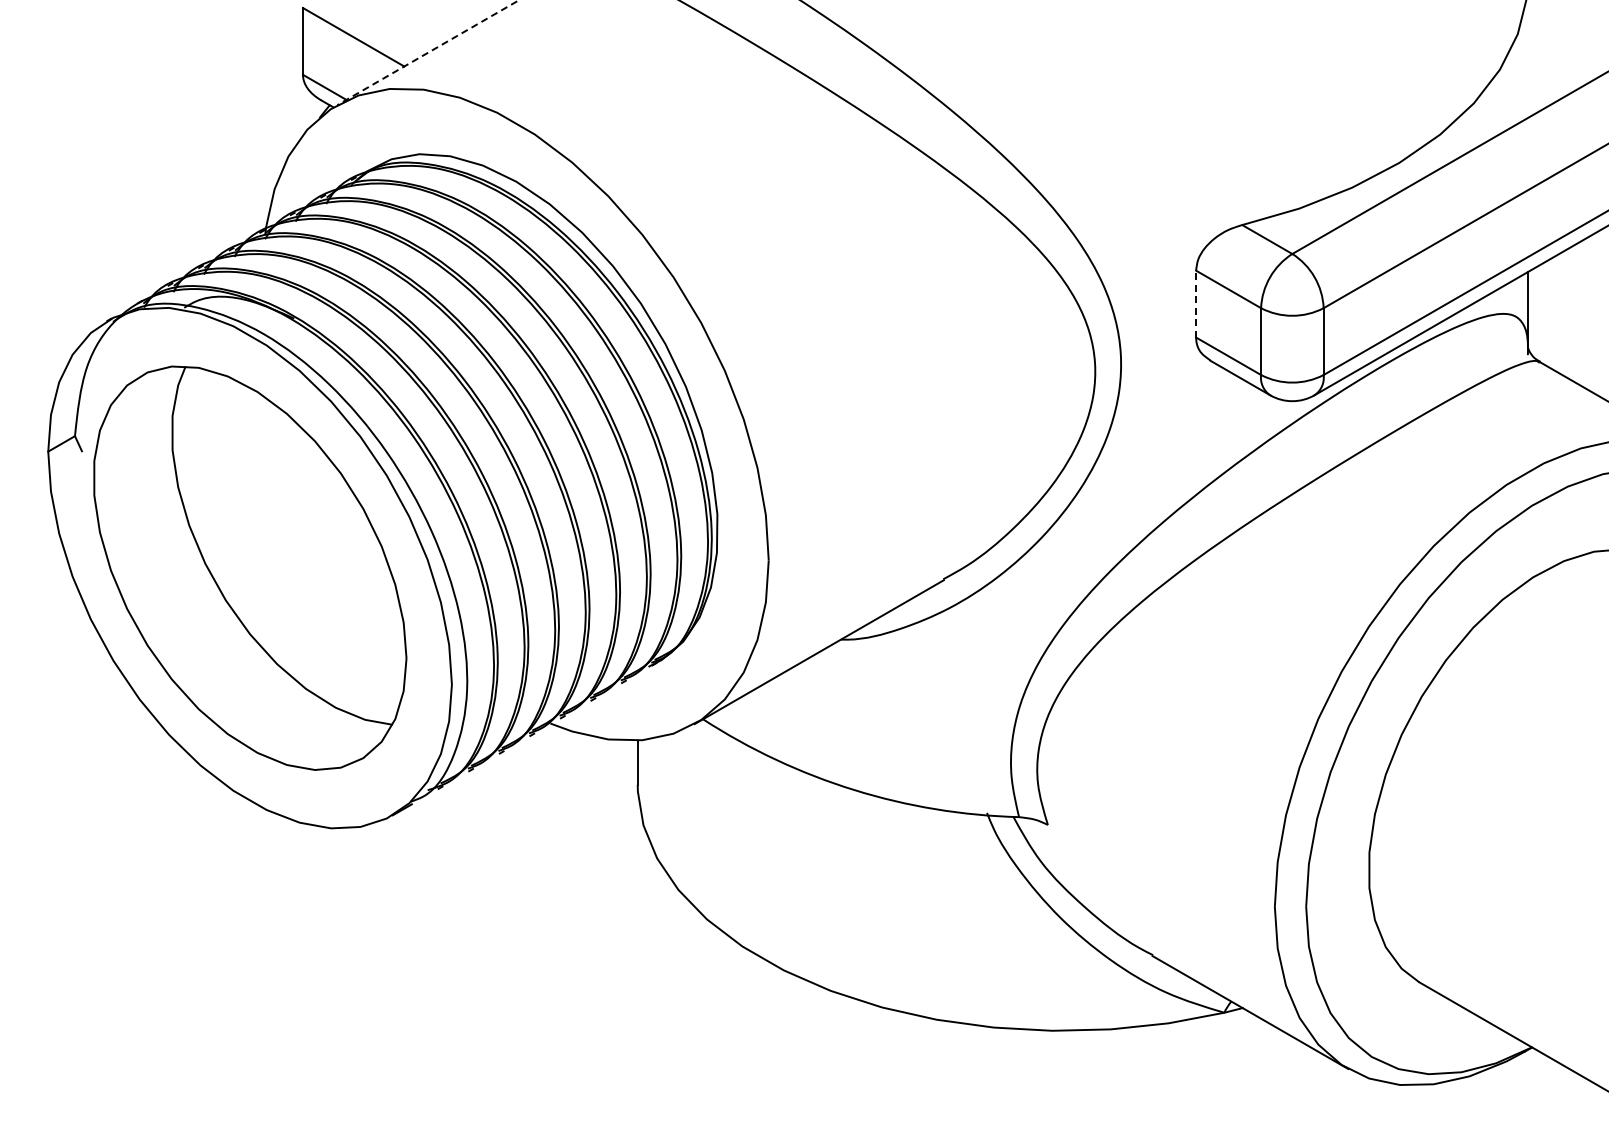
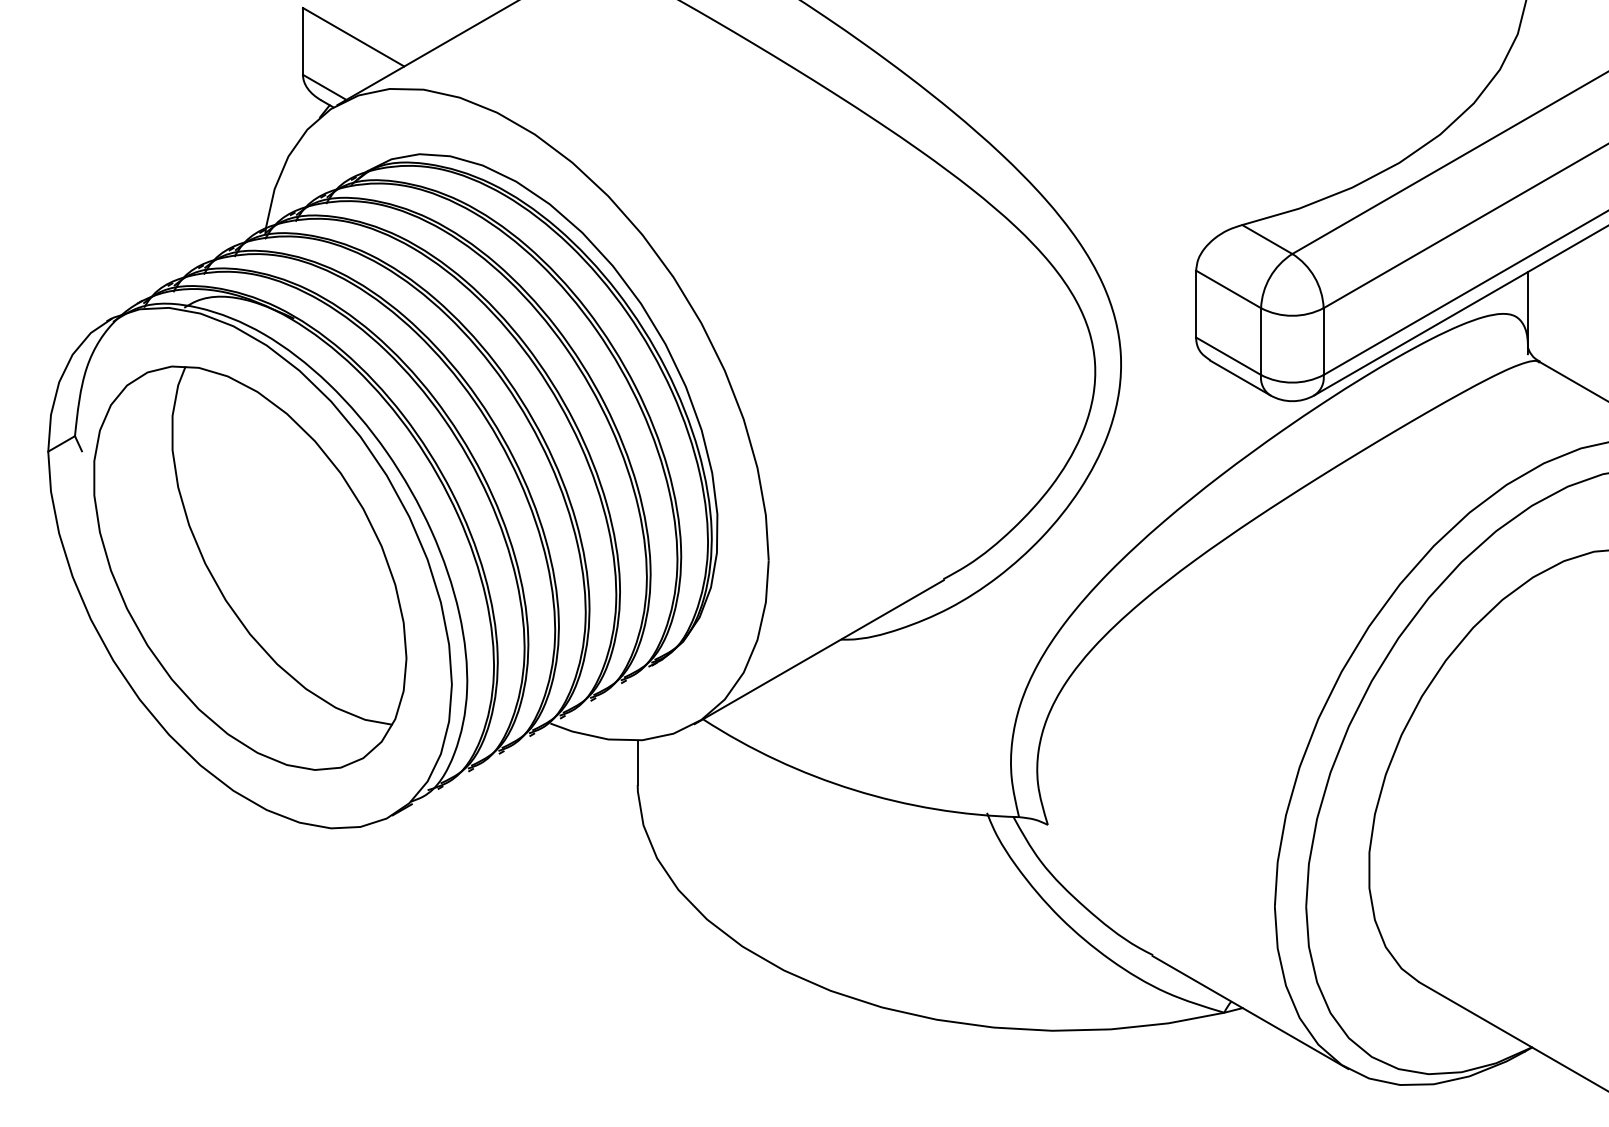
line at (428, 52): dashed -> solid
line at (1196, 303): dashed -> solid
